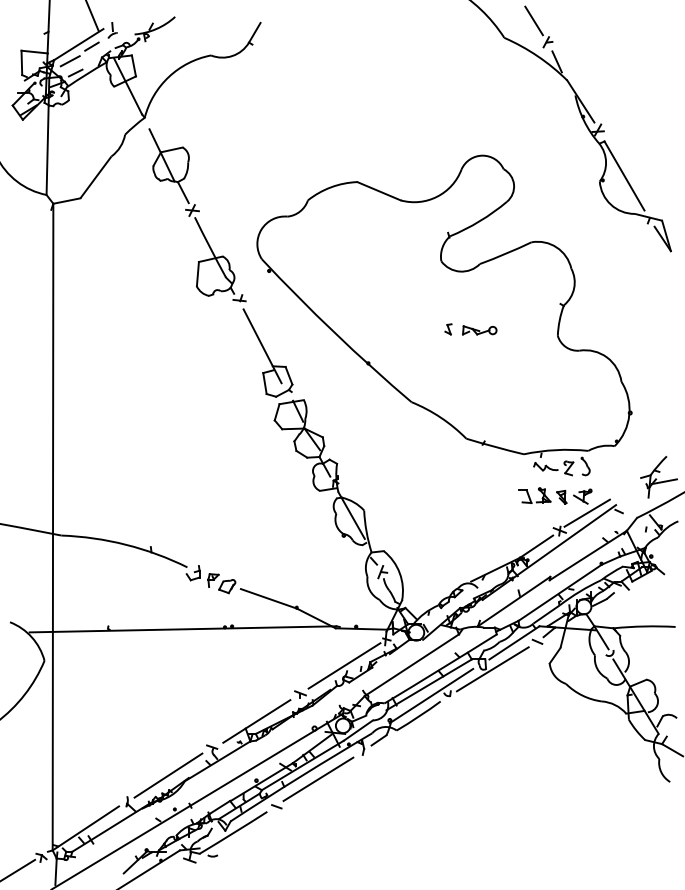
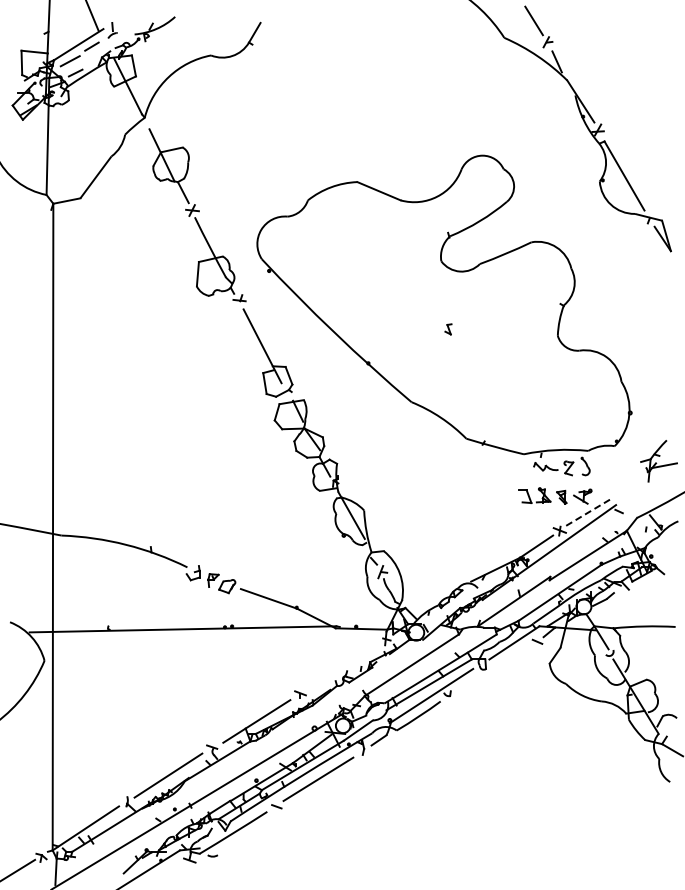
part at (479, 330): present -> none
part at (658, 477) position: (658, 477) -> (658, 461)
line at (586, 513): solid -> dashed
line at (344, 665): present -> none
line at (492, 669): present -> none
